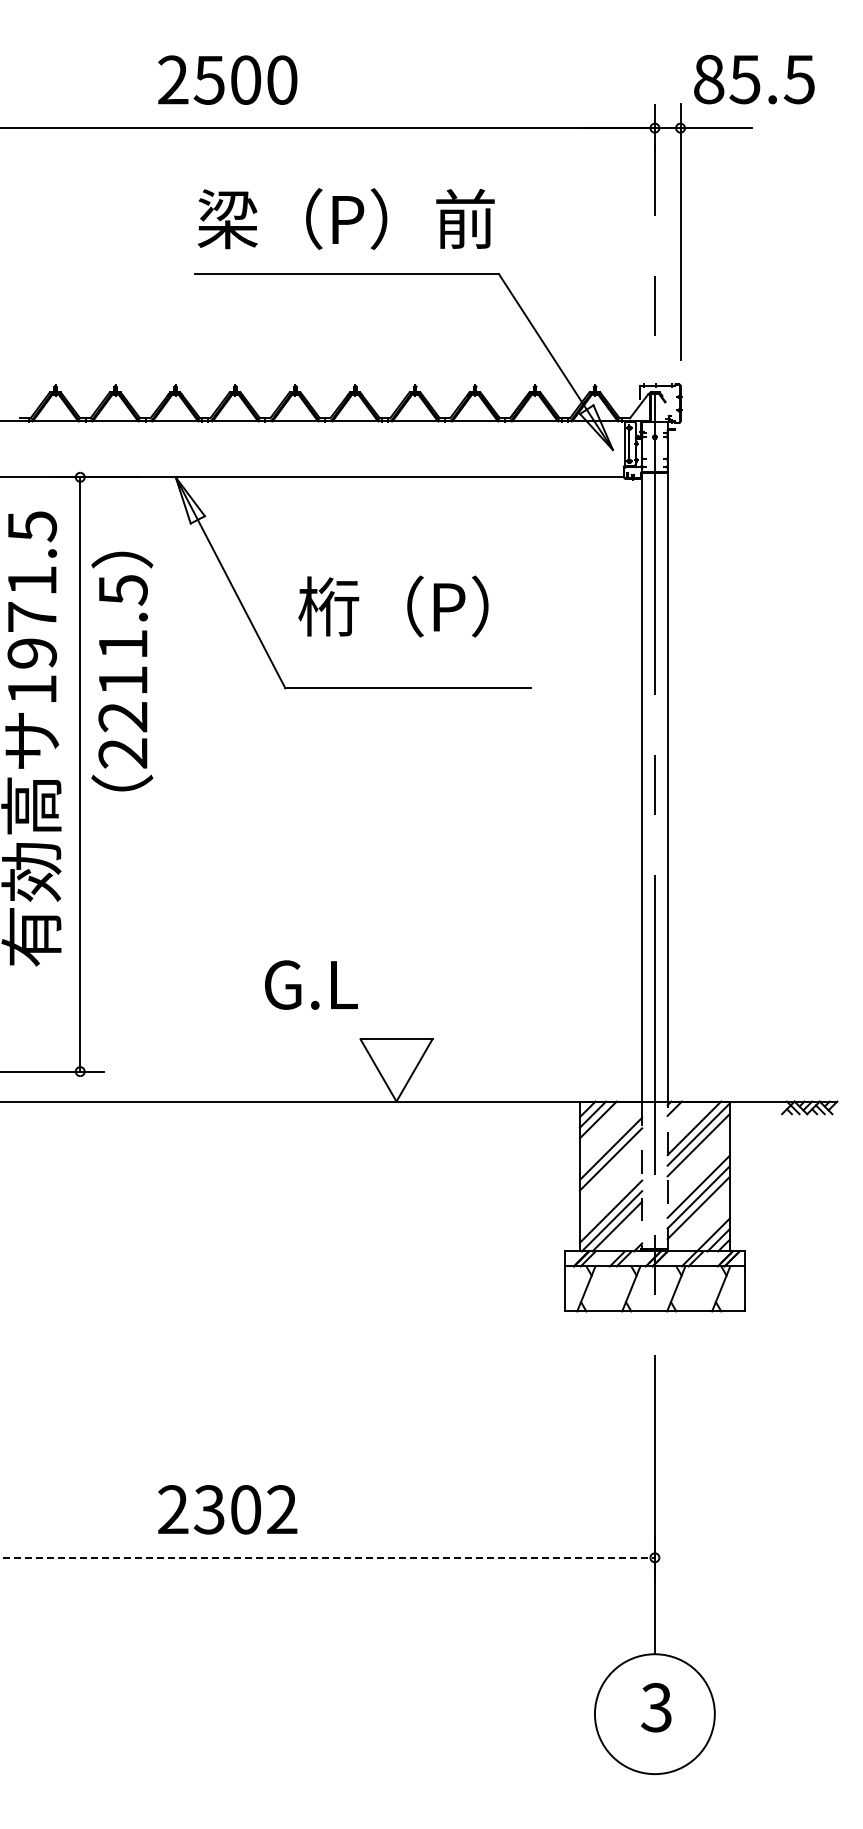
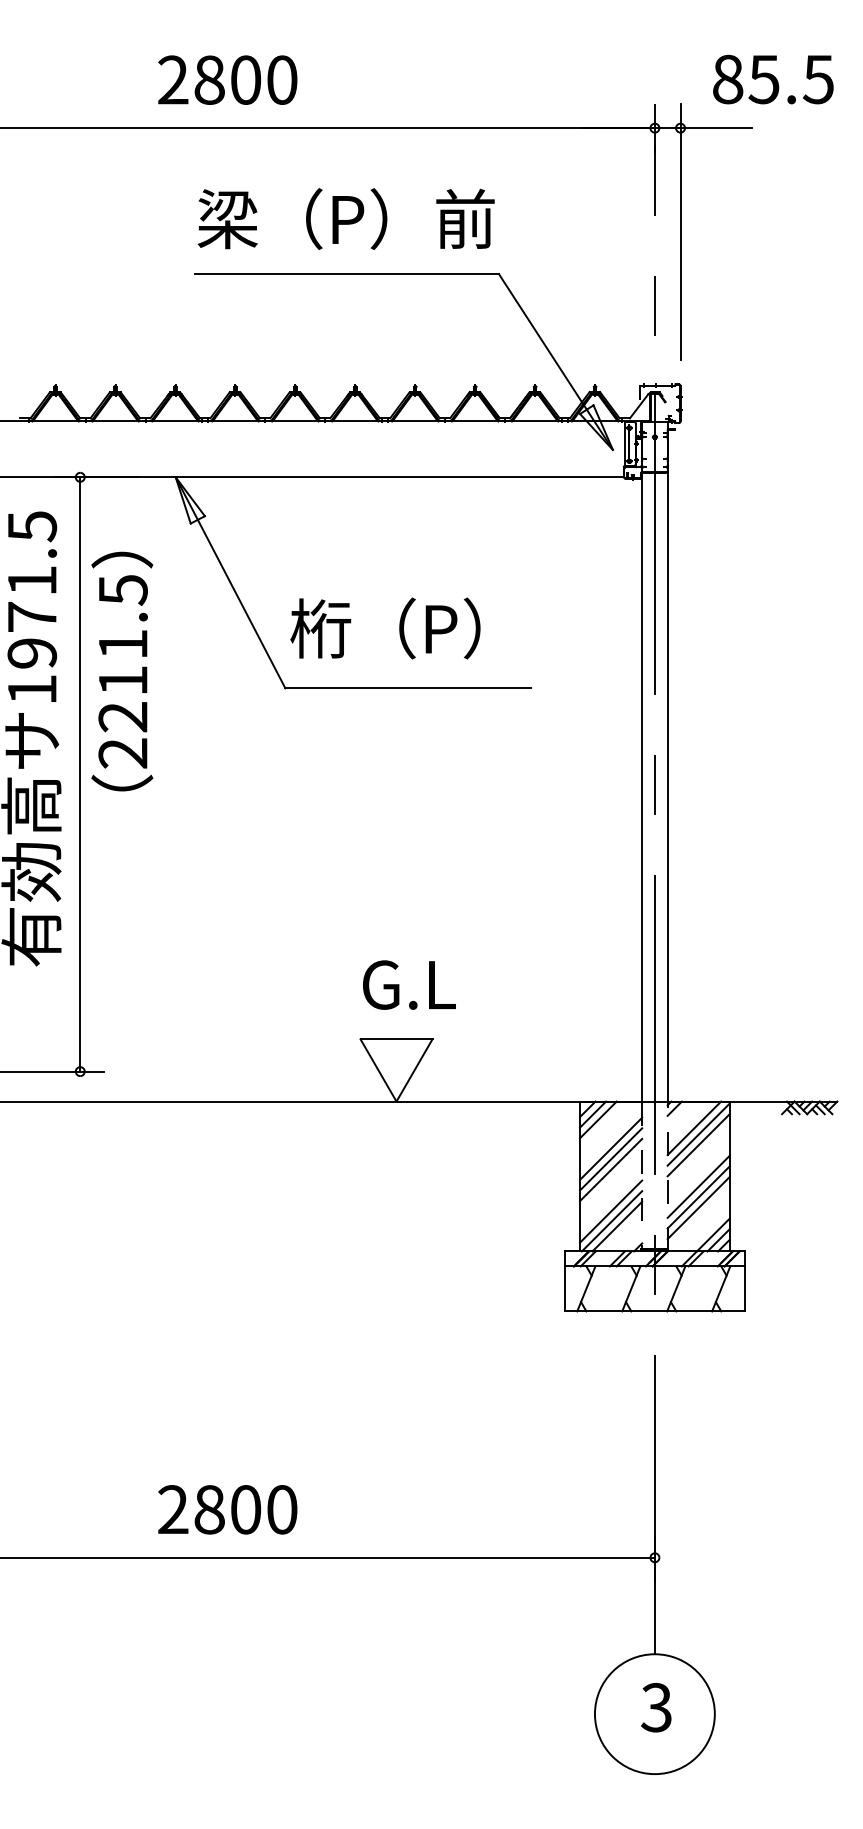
text at (208, 79): 2500 -> 2800
text at (754, 79) position: (754, 79) -> (773, 79)
text at (393, 606) position: (393, 606) -> (385, 628)
text at (311, 984) position: (311, 984) -> (409, 984)
line at (610, 1169): none -> present
text at (245, 1509): 2302 -> 2800
line at (328, 1557): dashed -> solid
